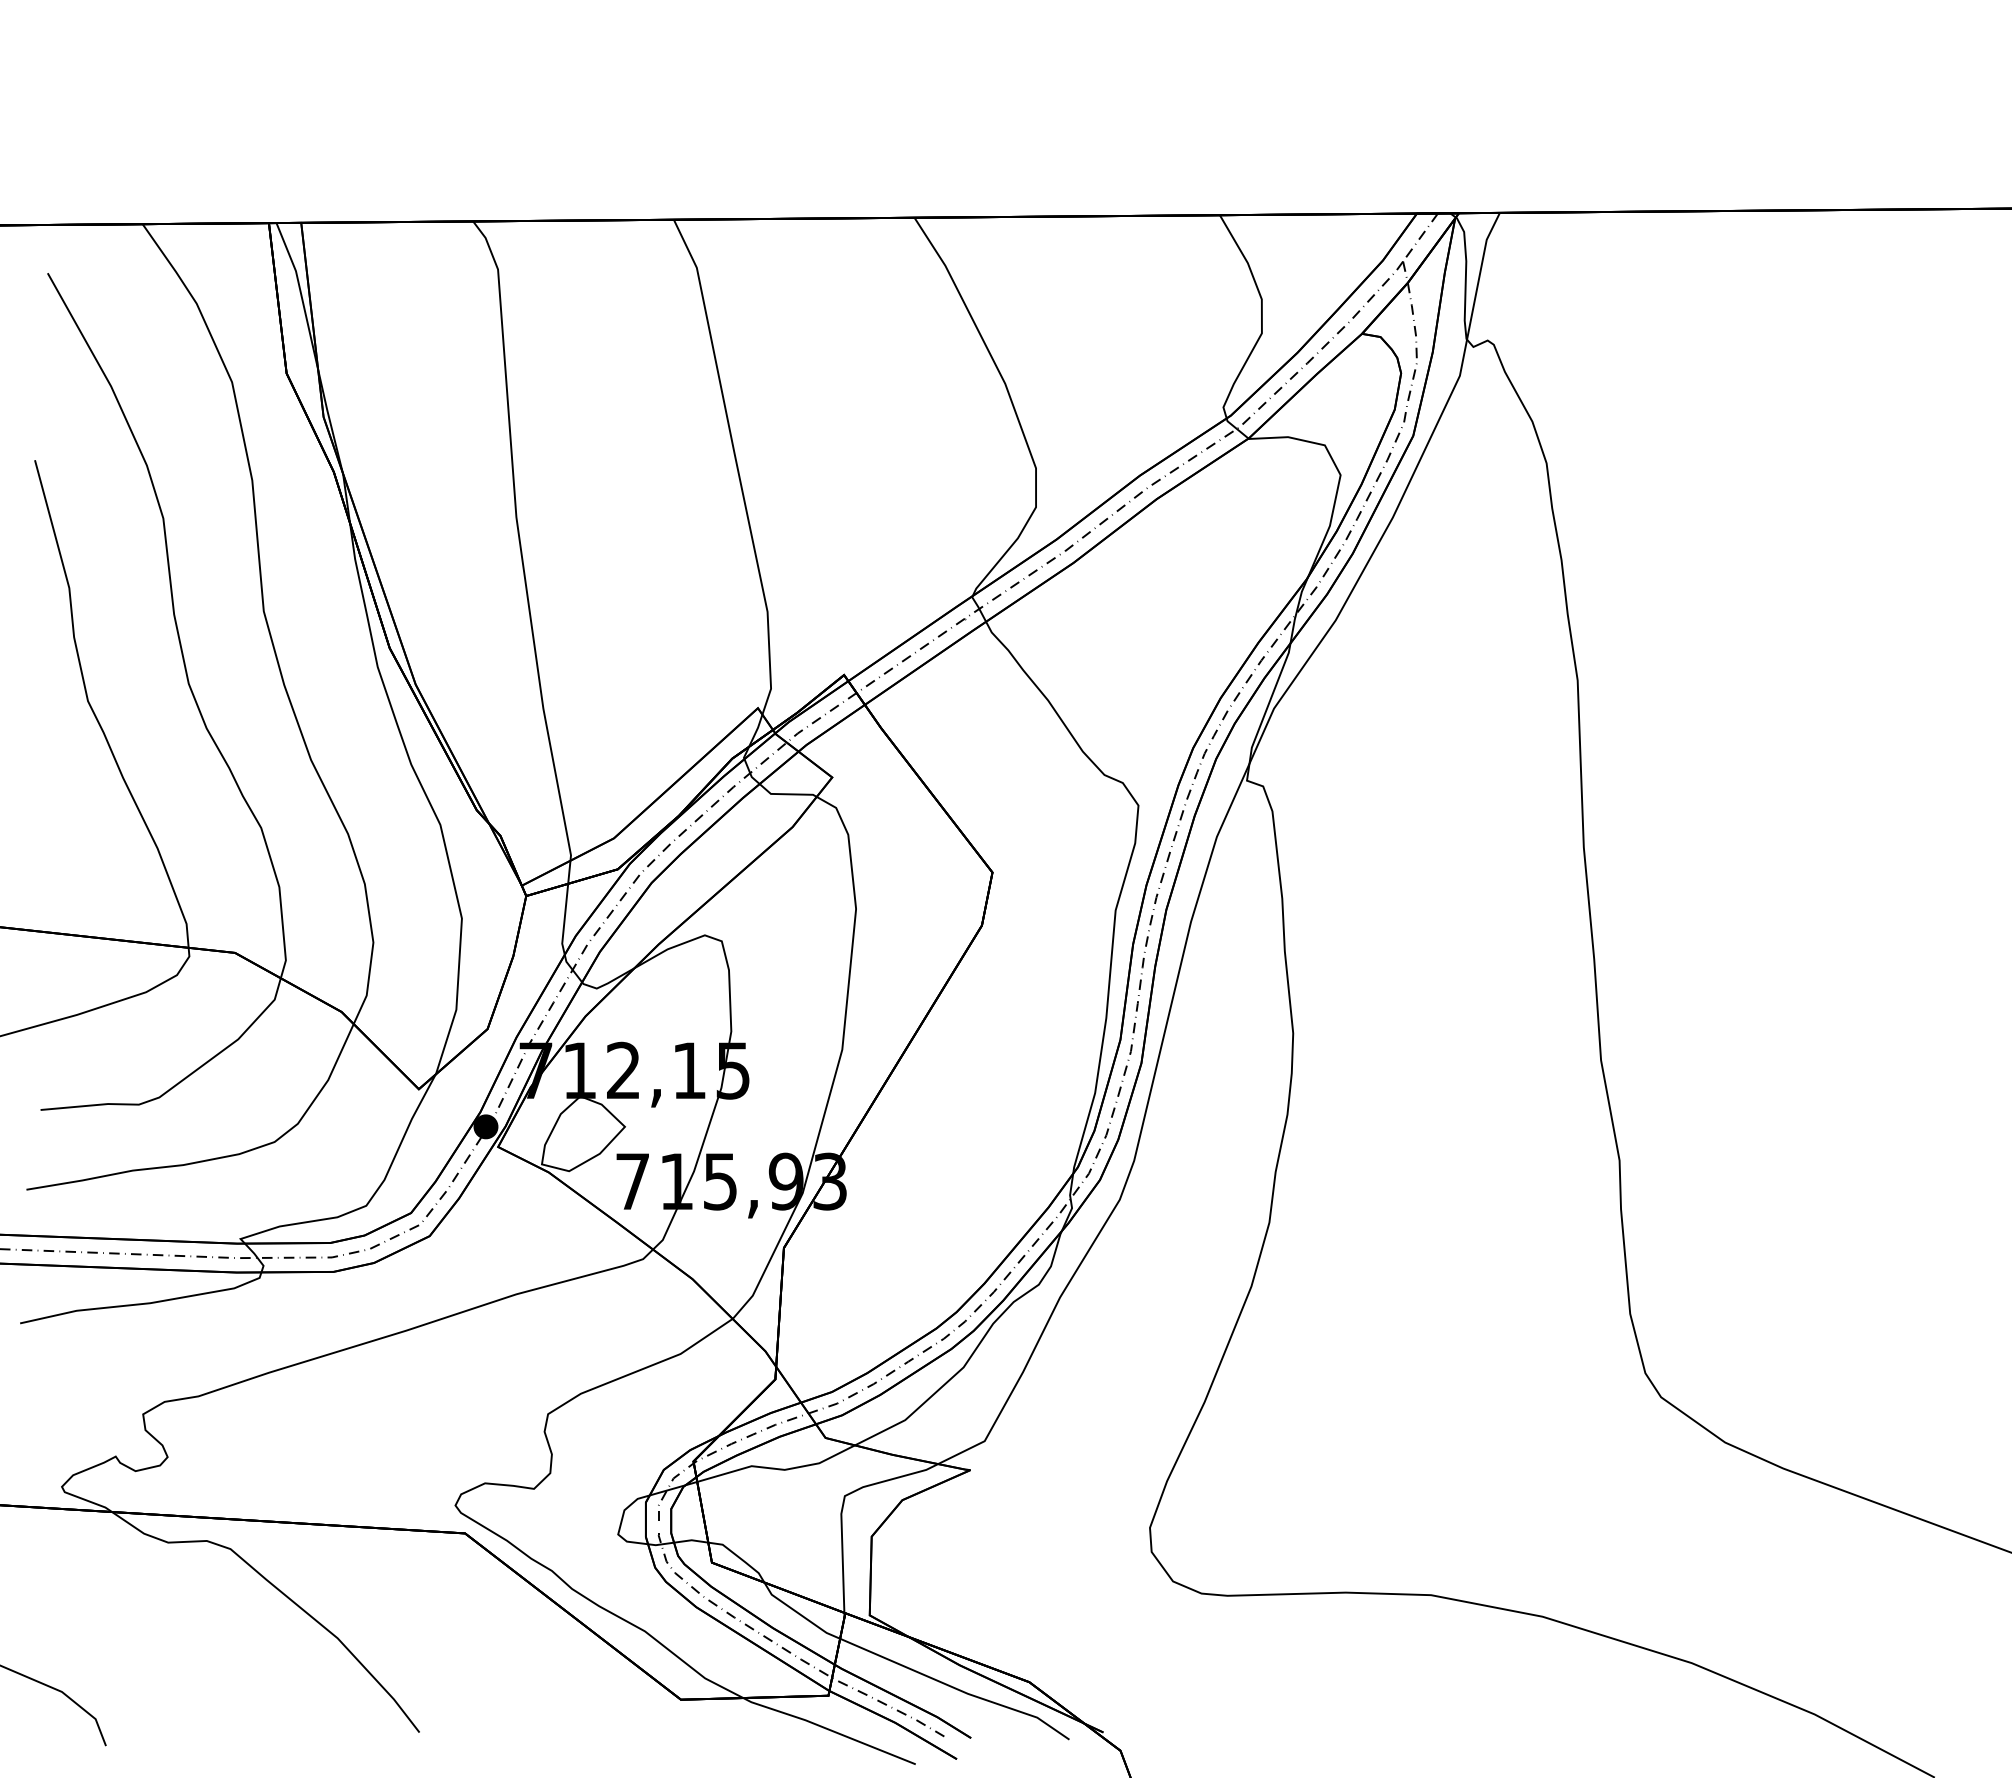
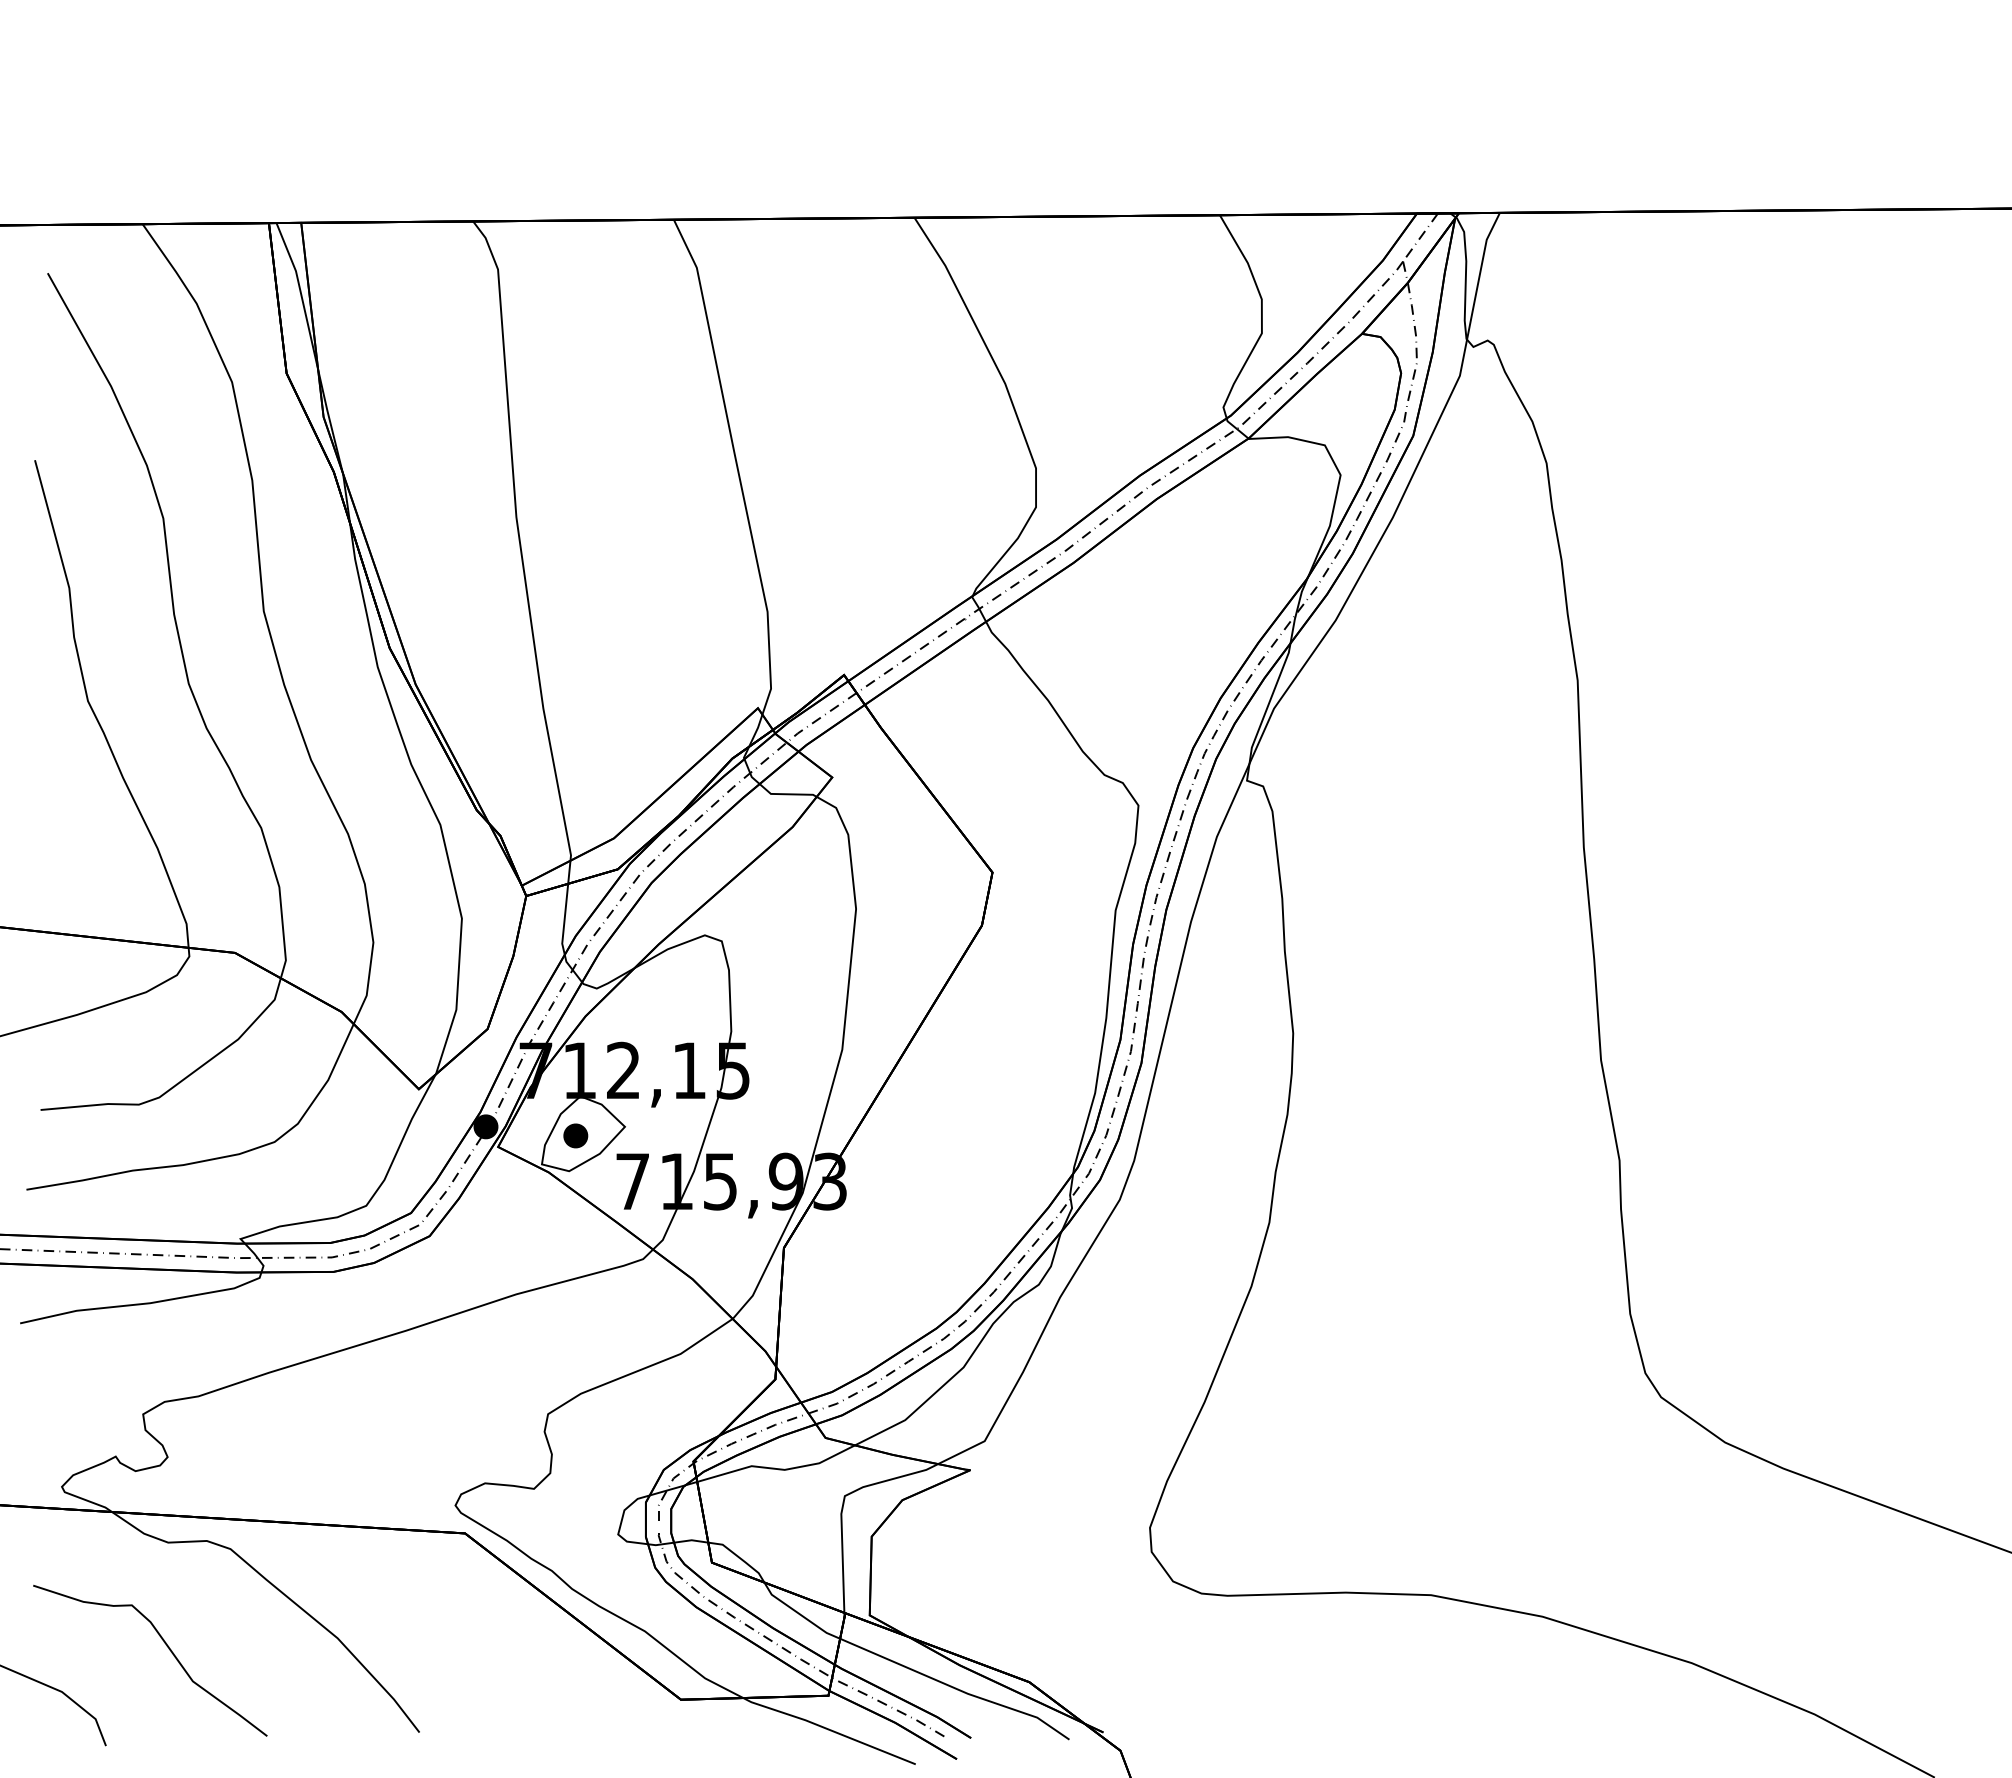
part at (575, 1135): none -> present
curve at (166, 1646): none -> present
